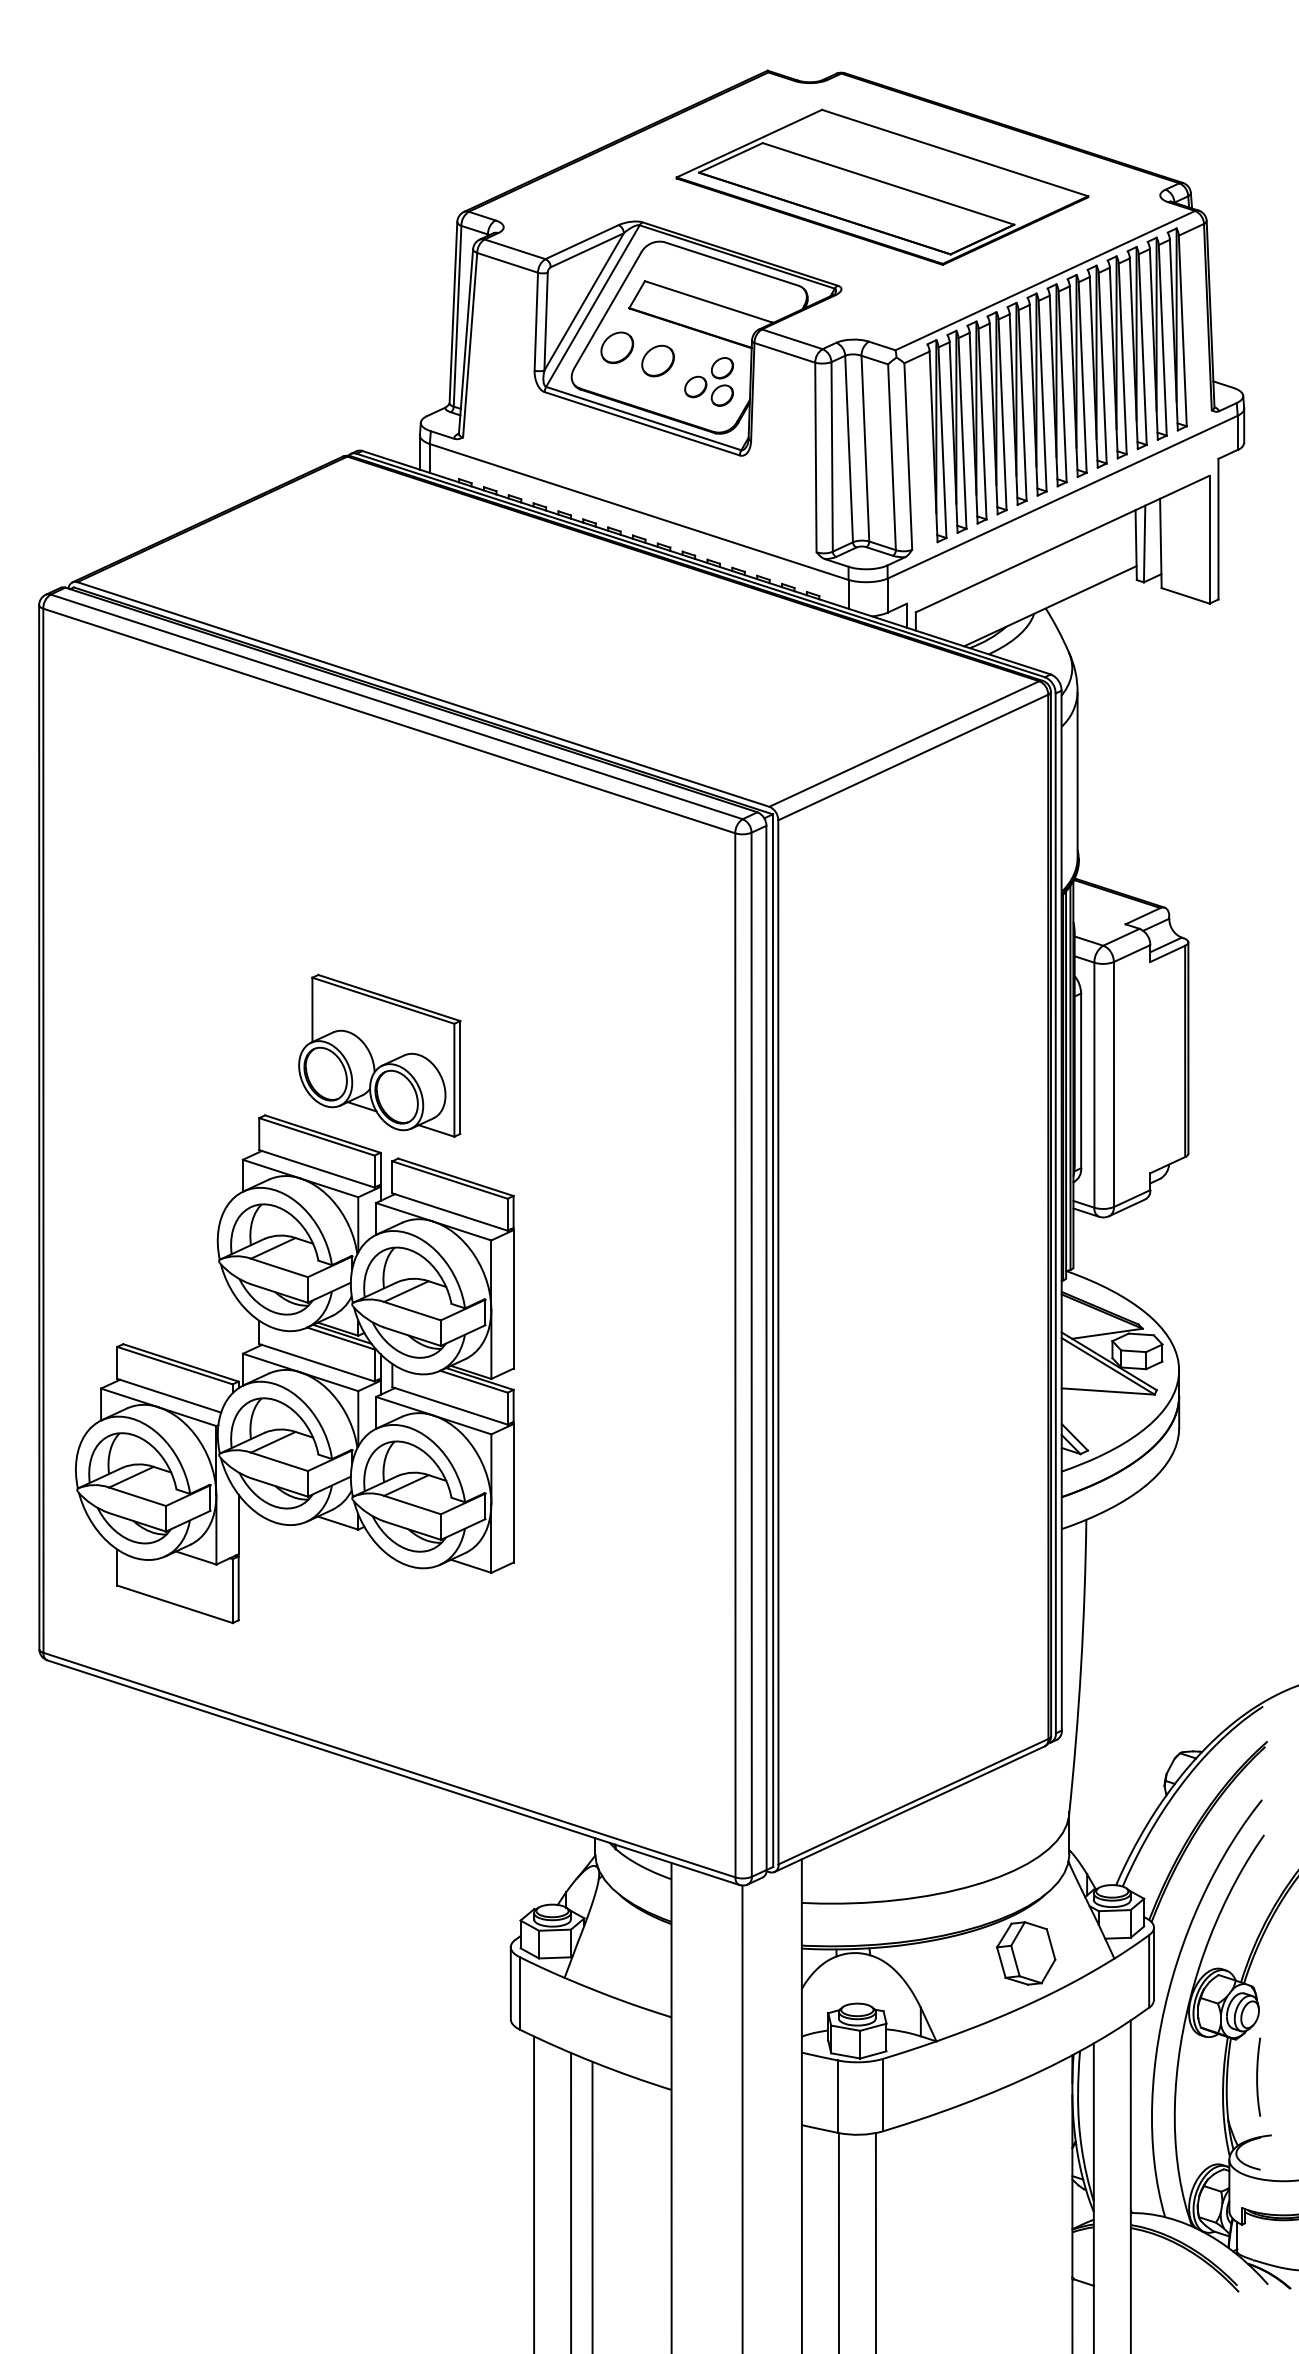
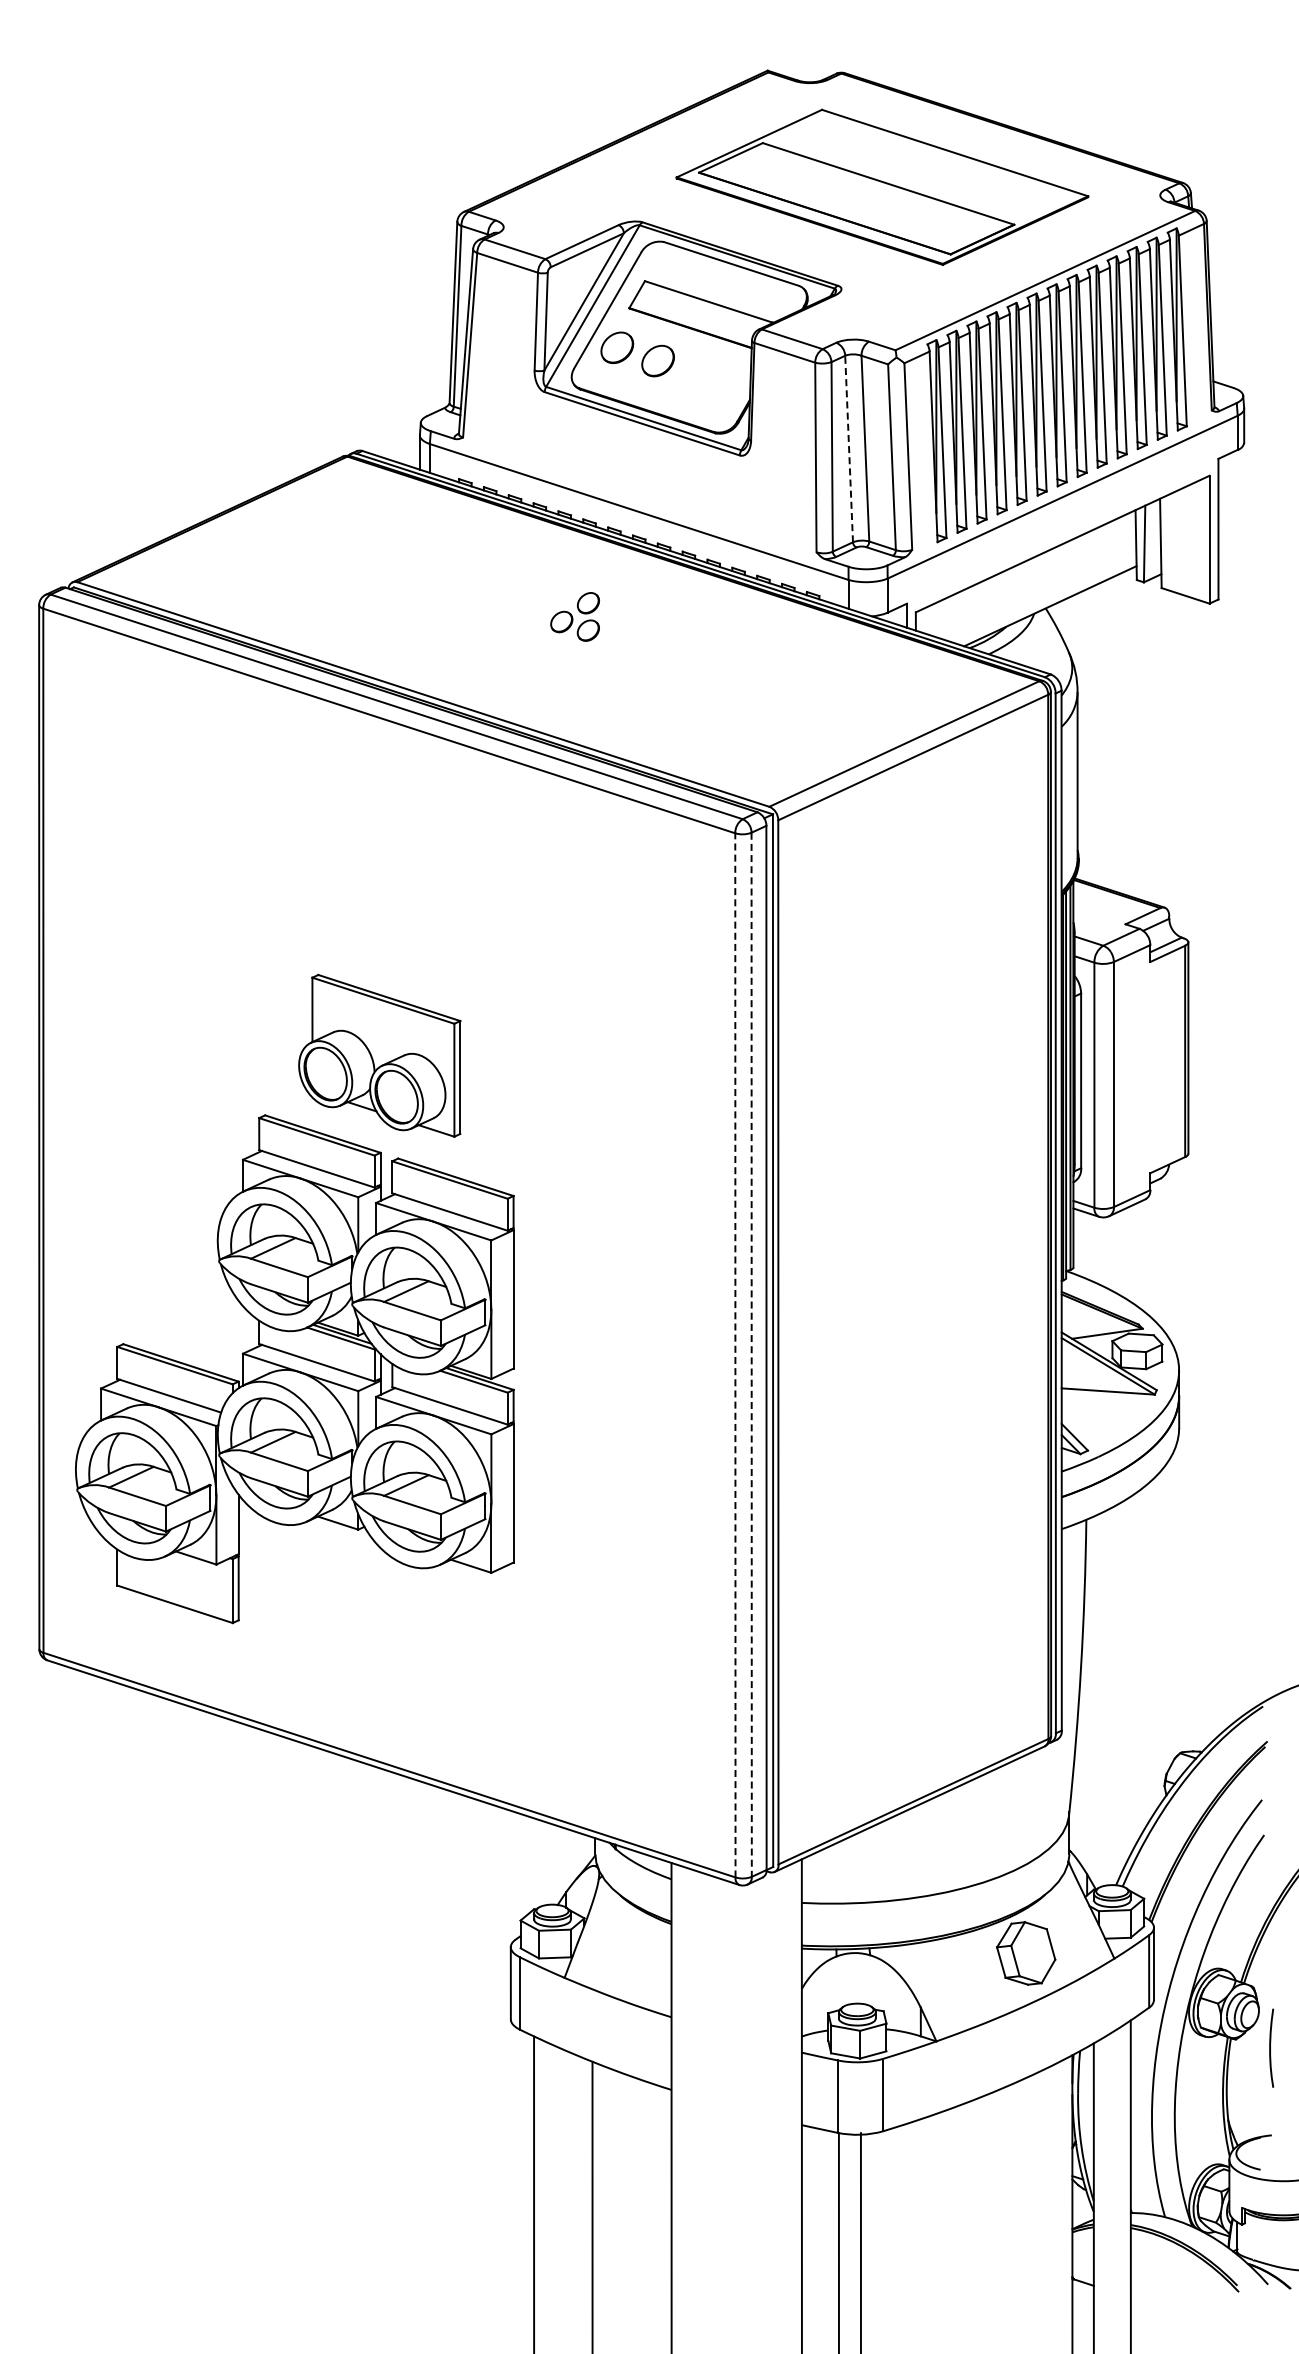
part at (708, 381) position: (708, 381) -> (574, 616)
line at (849, 448): solid -> dashed
line at (735, 1354): solid -> dashed
line at (751, 1355): solid -> dashed
curve at (1257, 2076) position: (1257, 2076) -> (1270, 2047)
line at (742, 2117): present -> none
line at (571, 2201): present -> none
line at (875, 2241) position: (875, 2241) -> (860, 2241)
